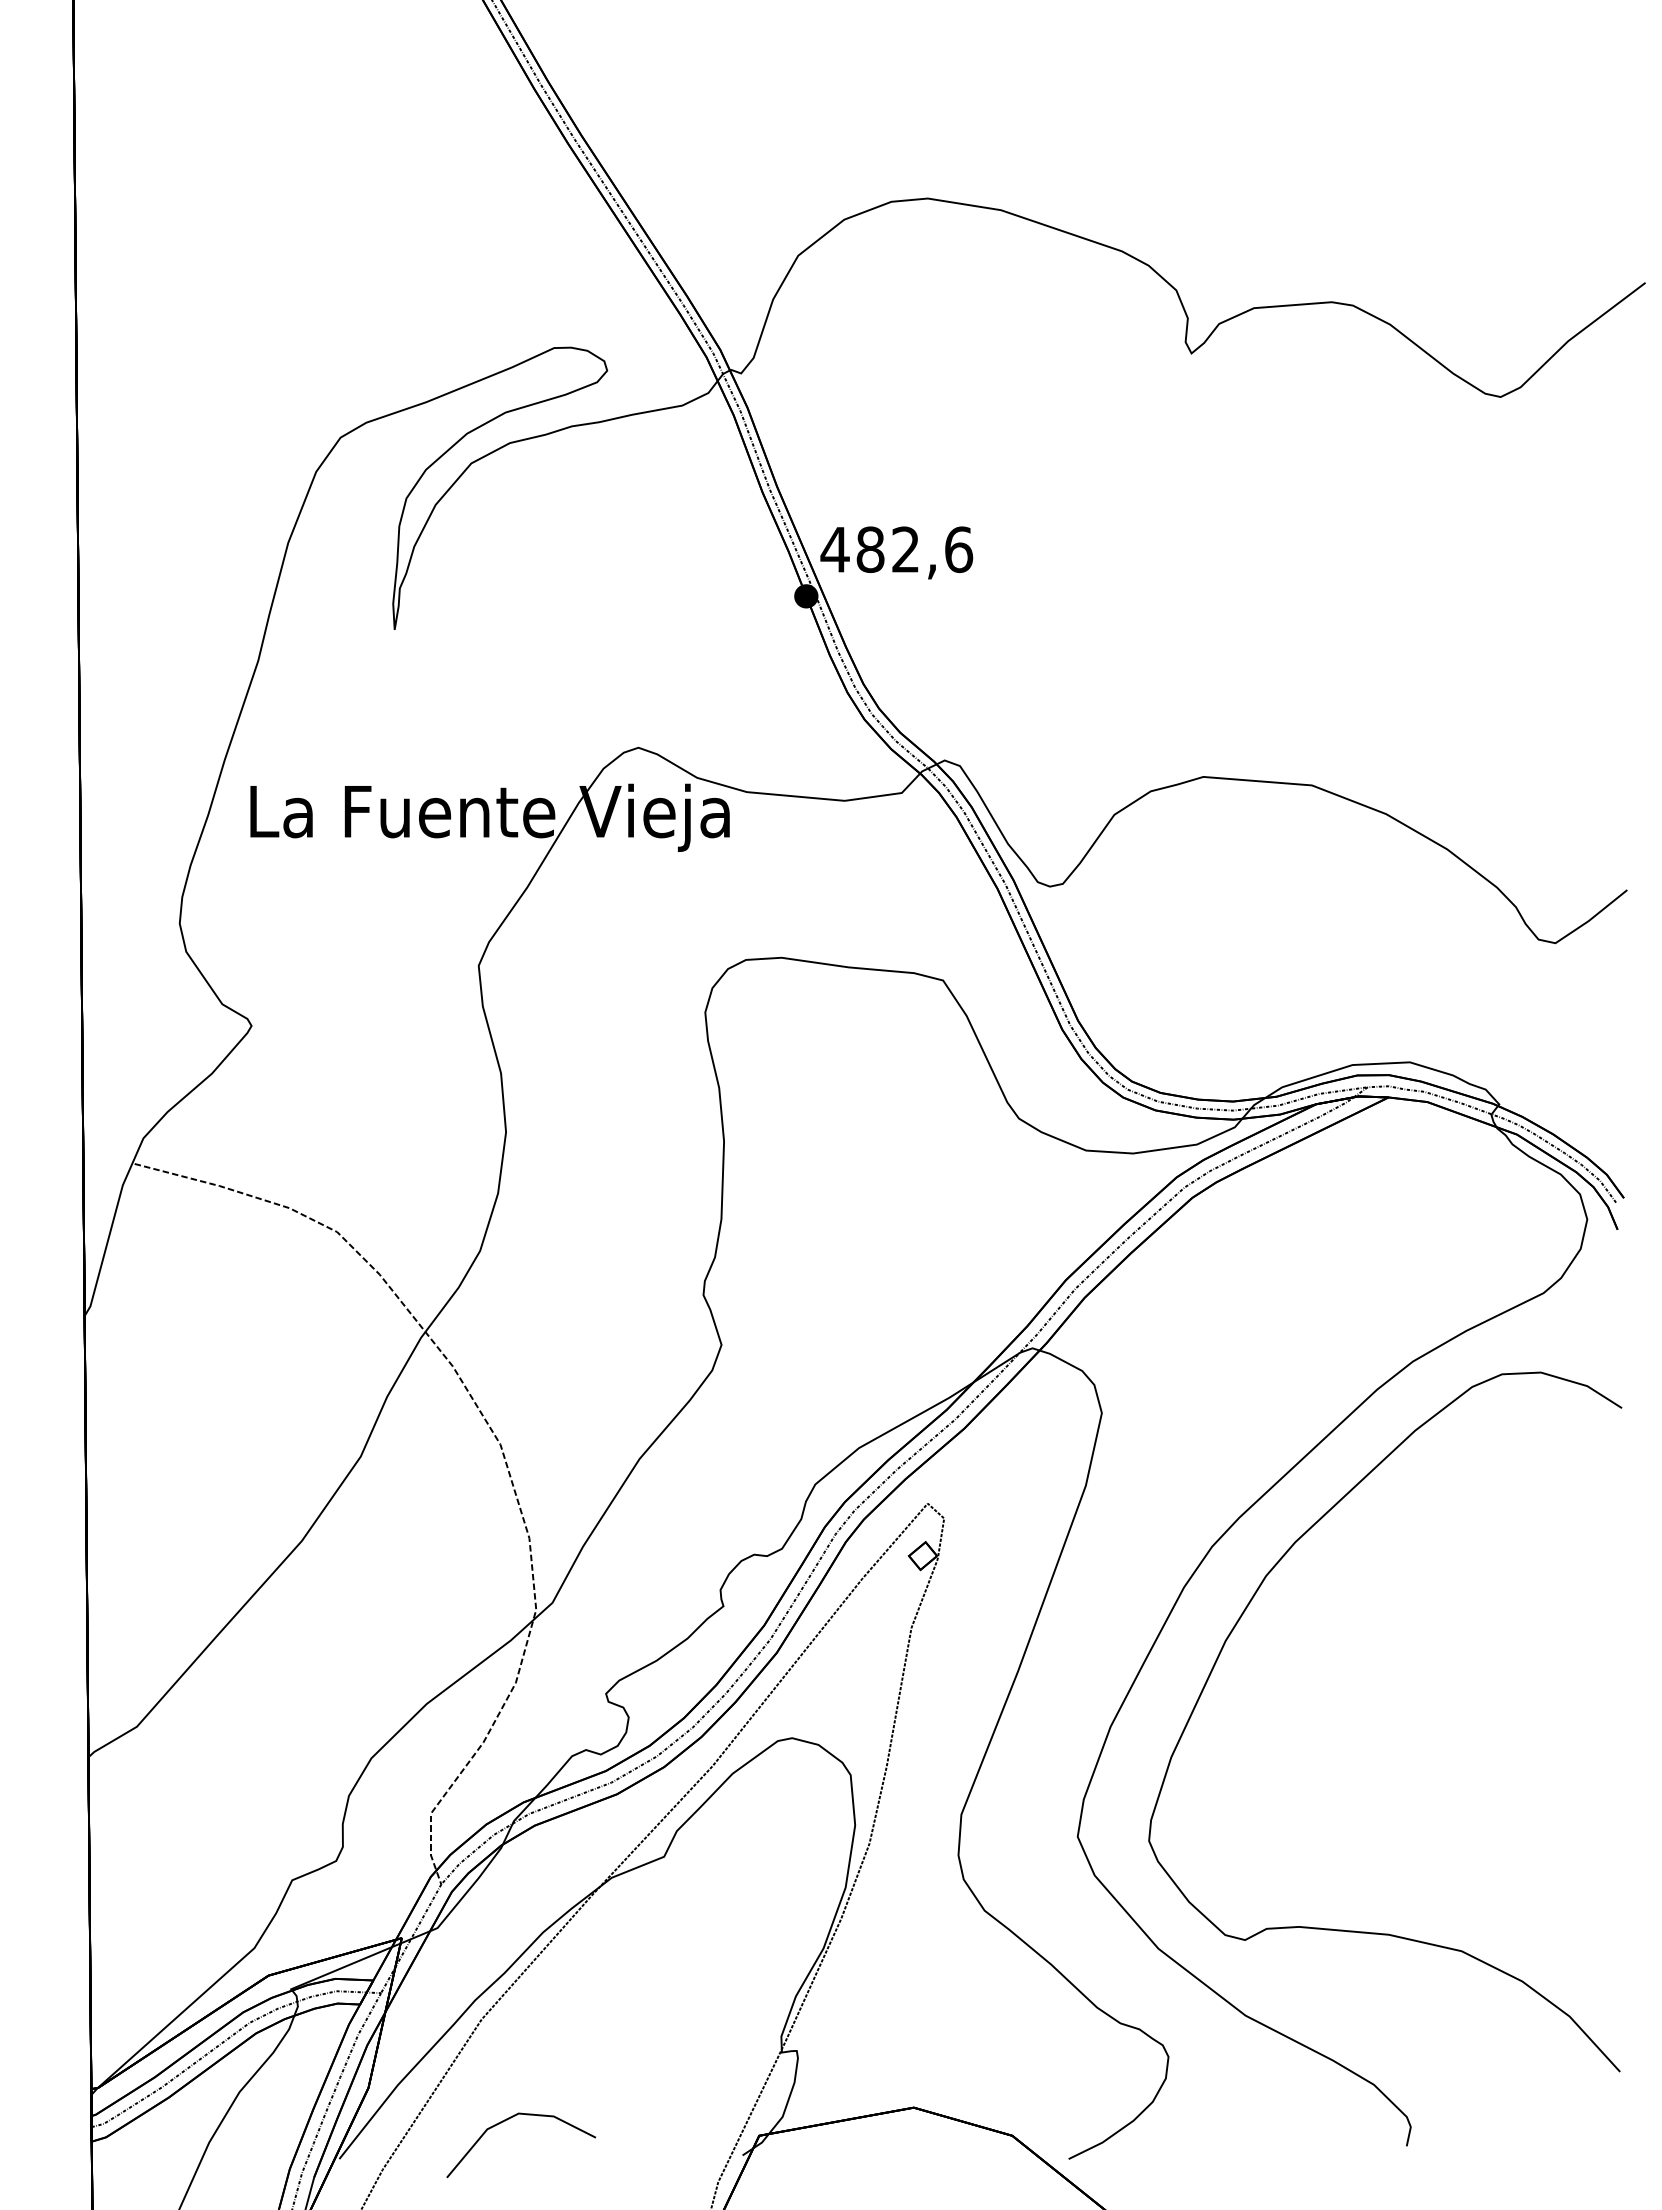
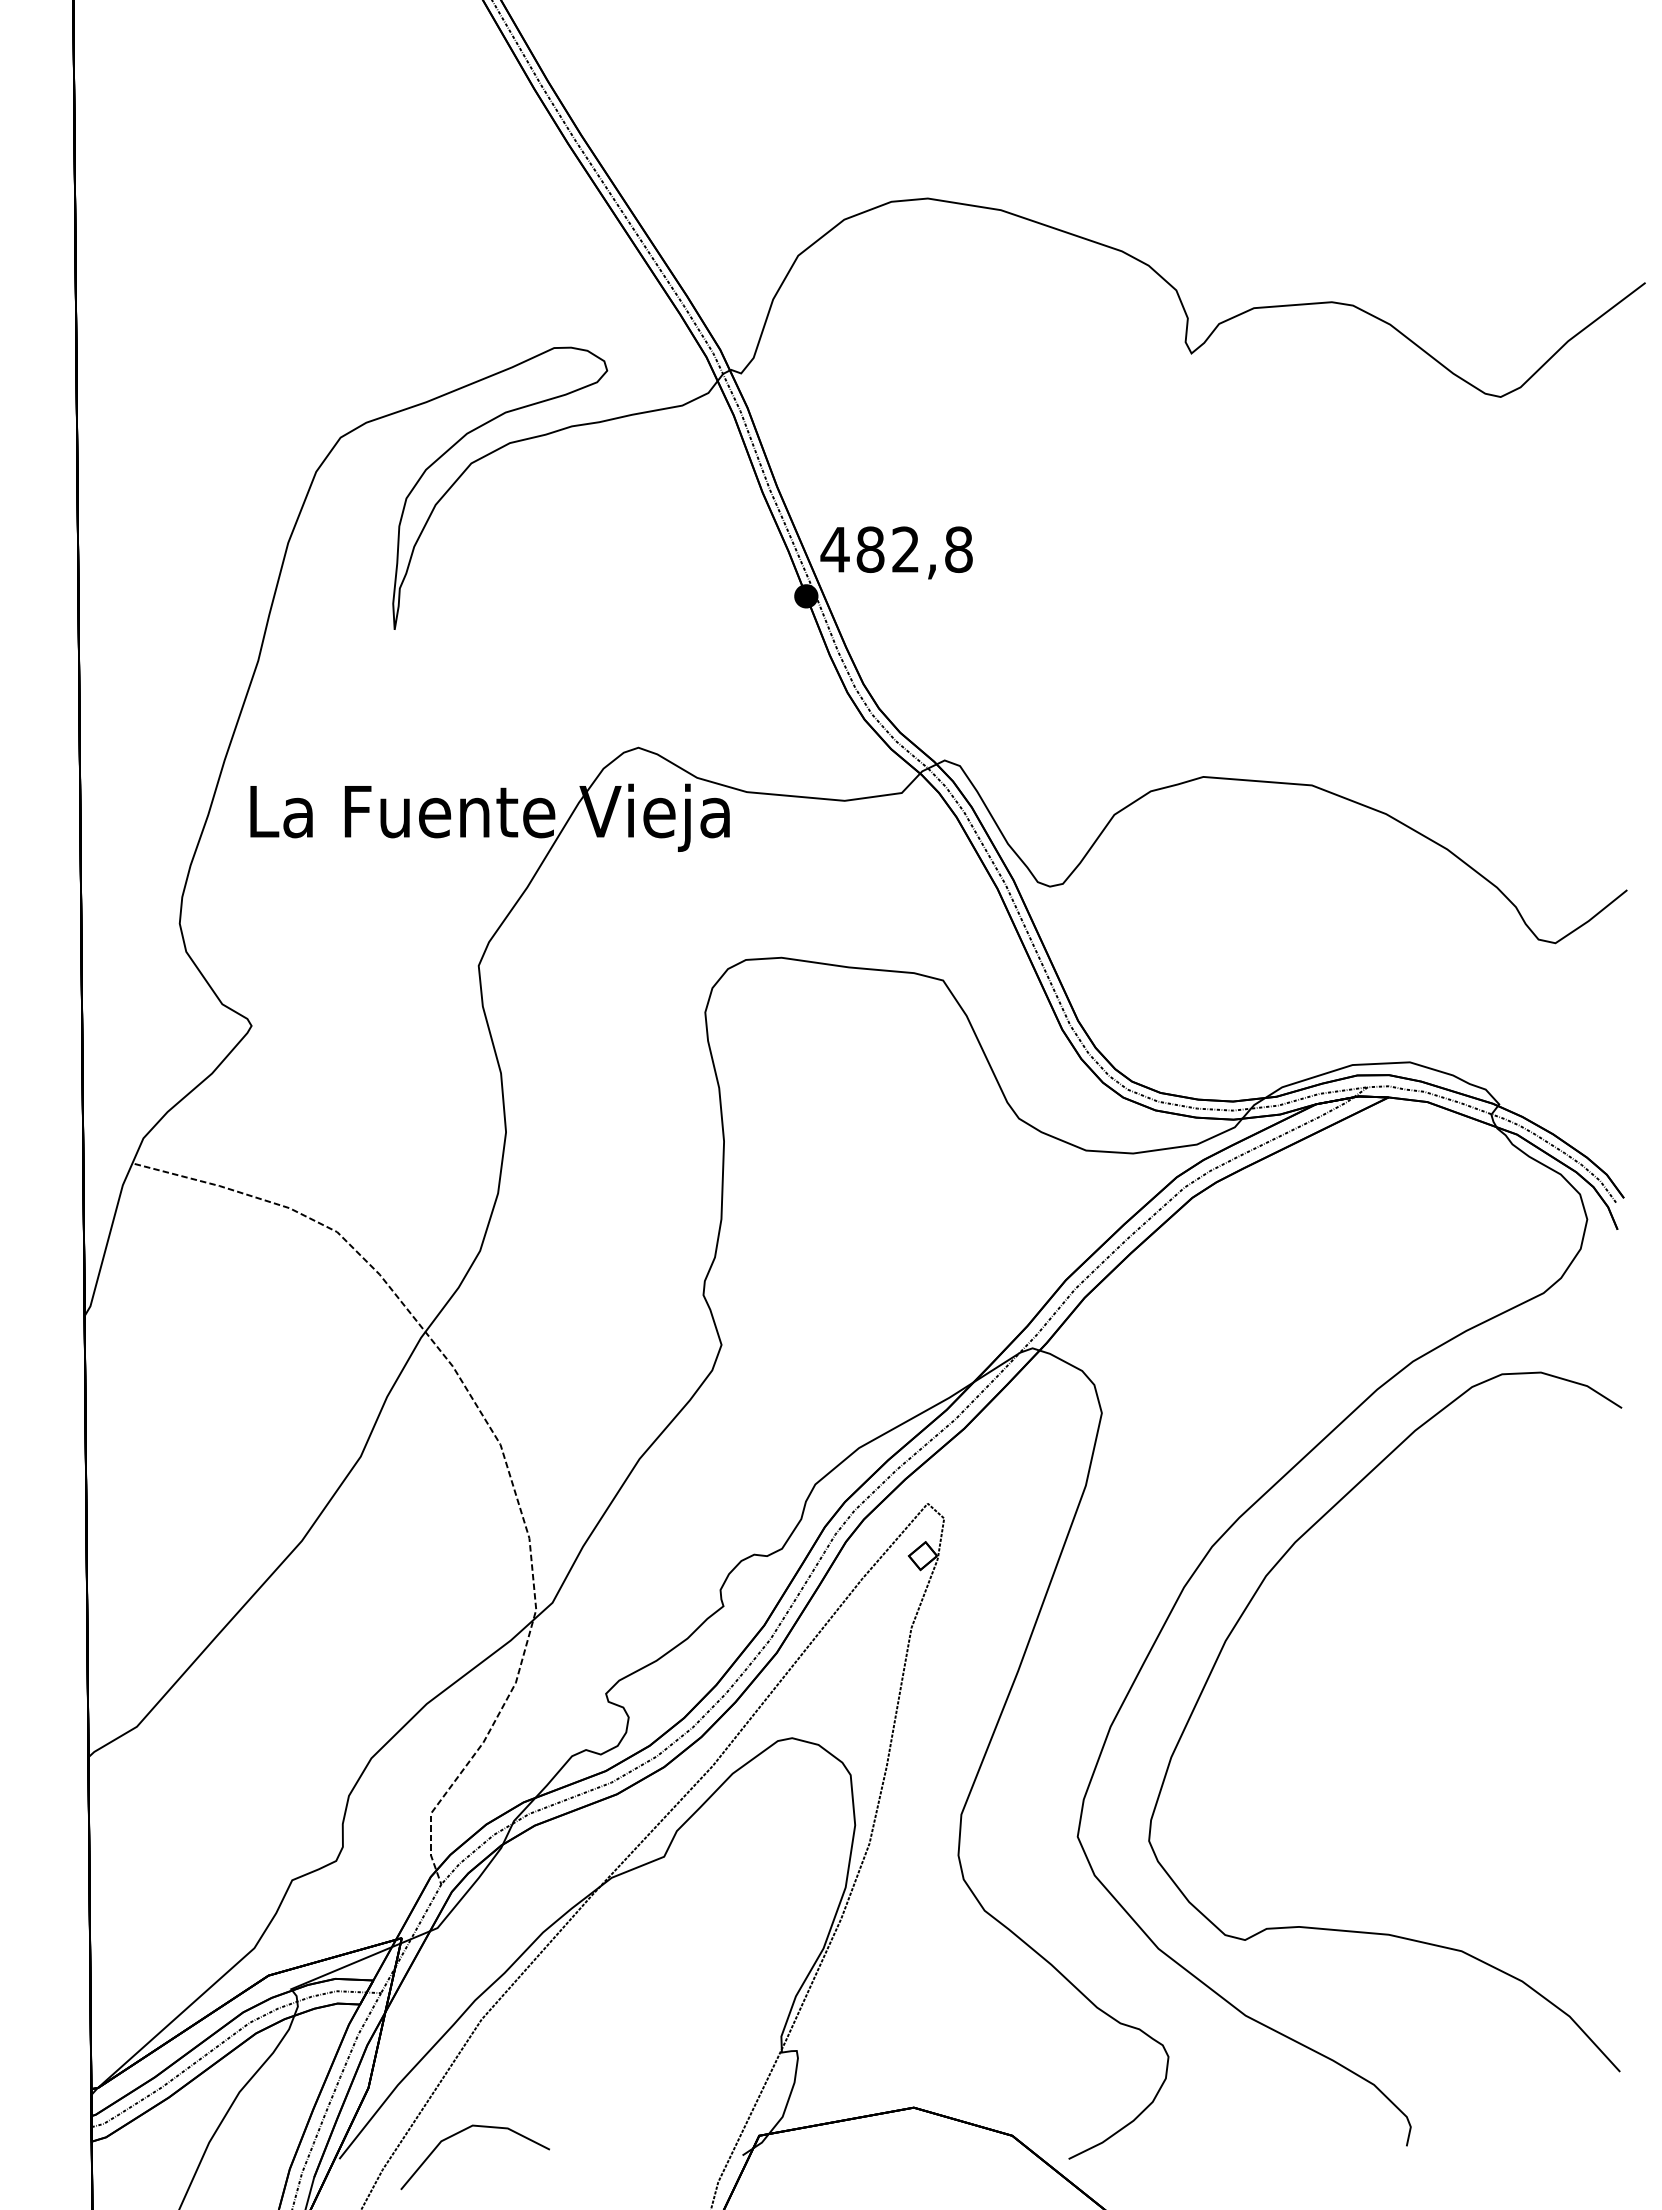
text at (959, 549): 482,6 -> 482,8
line at (507, 2120) position: (507, 2120) -> (461, 2132)
